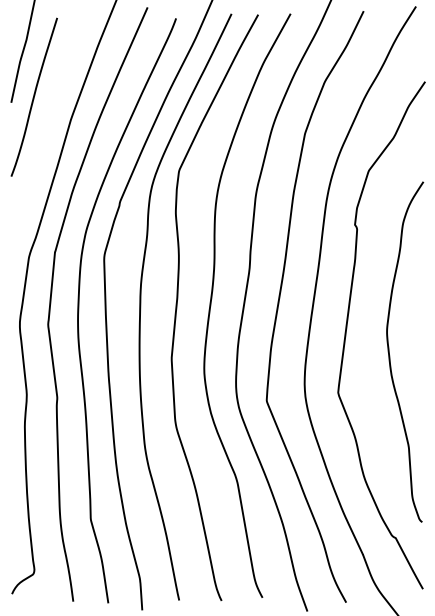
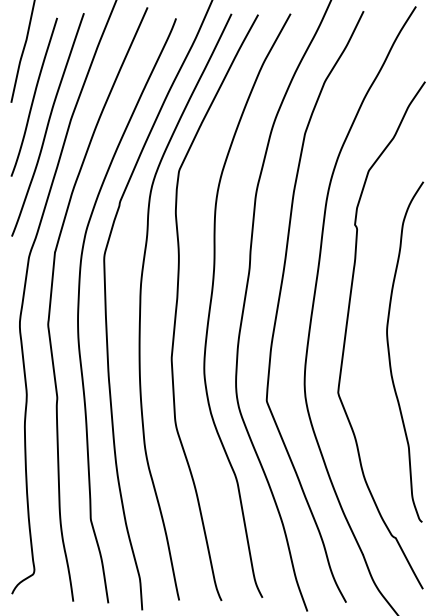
curve at (47, 124): none -> present
